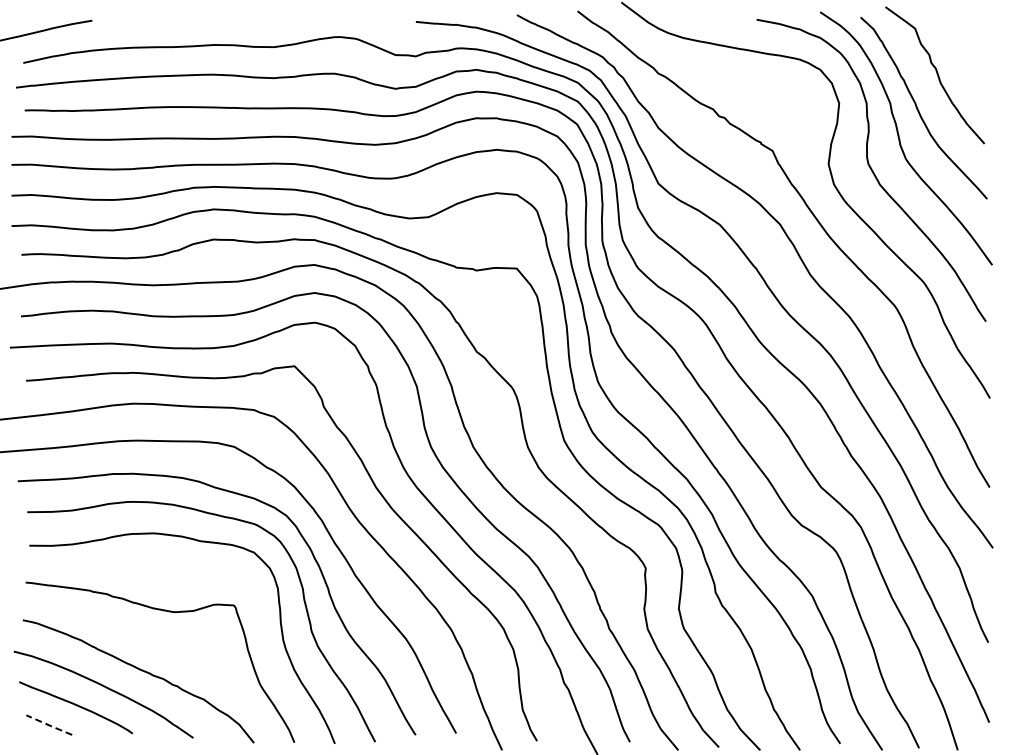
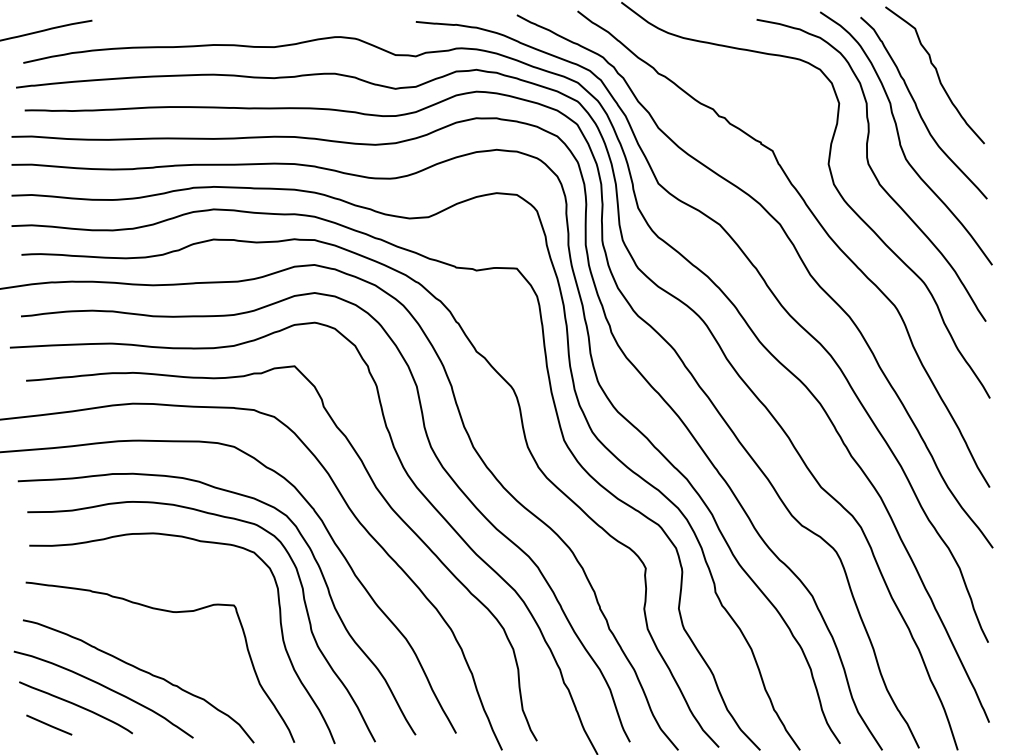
line at (49, 725): dashed -> solid
